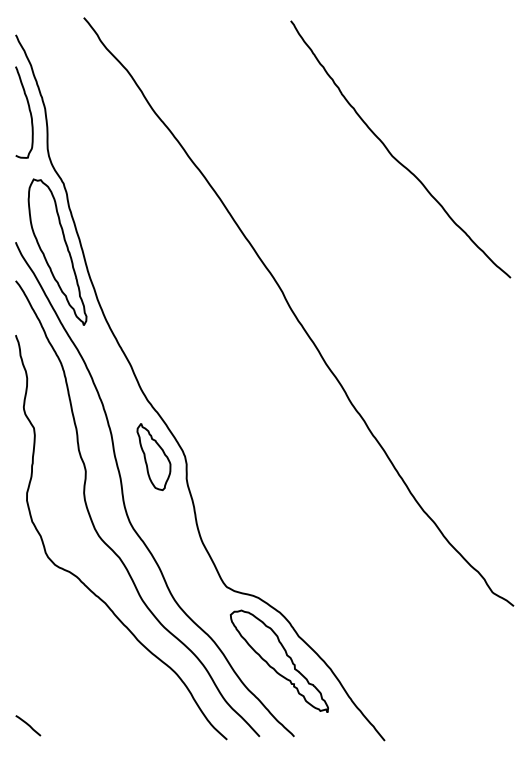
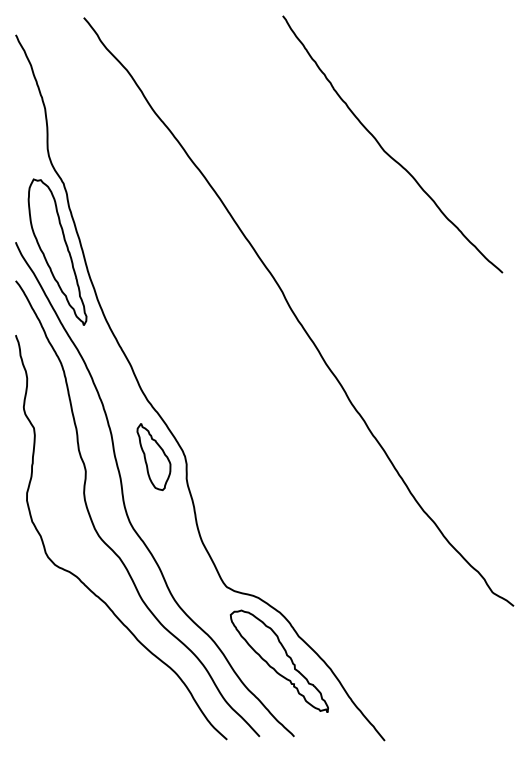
curve at (28, 109): present -> none
curve at (393, 155) position: (393, 155) -> (385, 150)
line at (28, 725): present -> none
